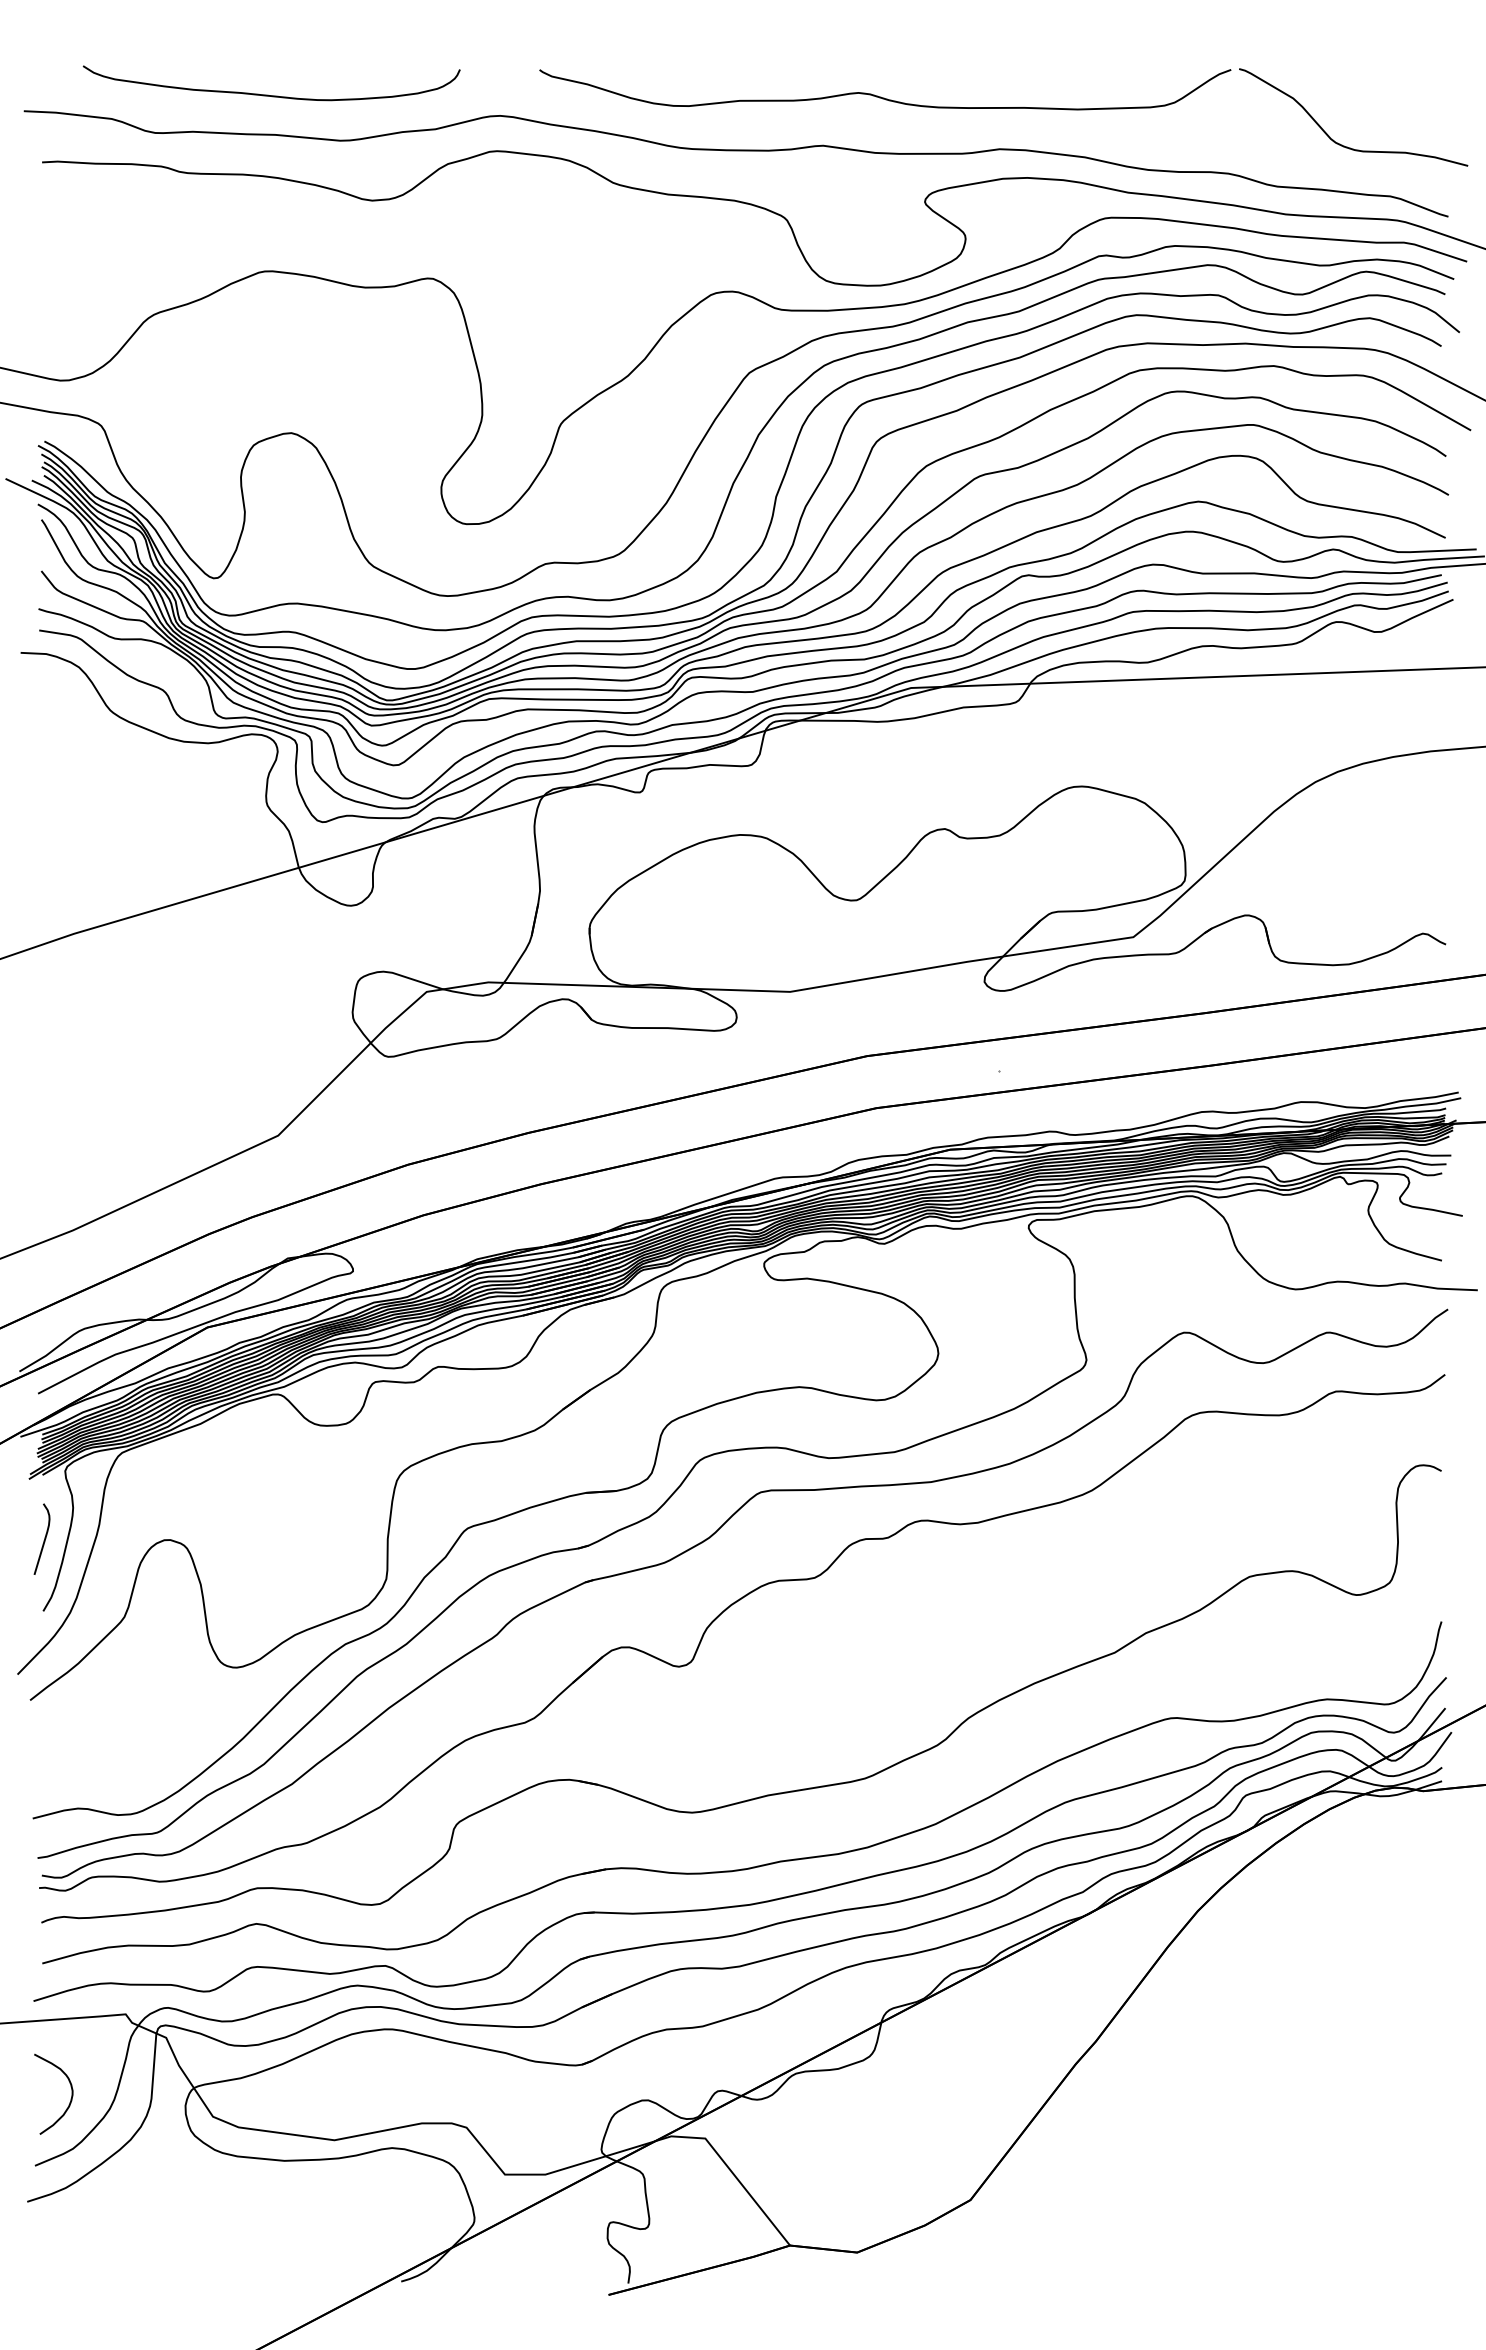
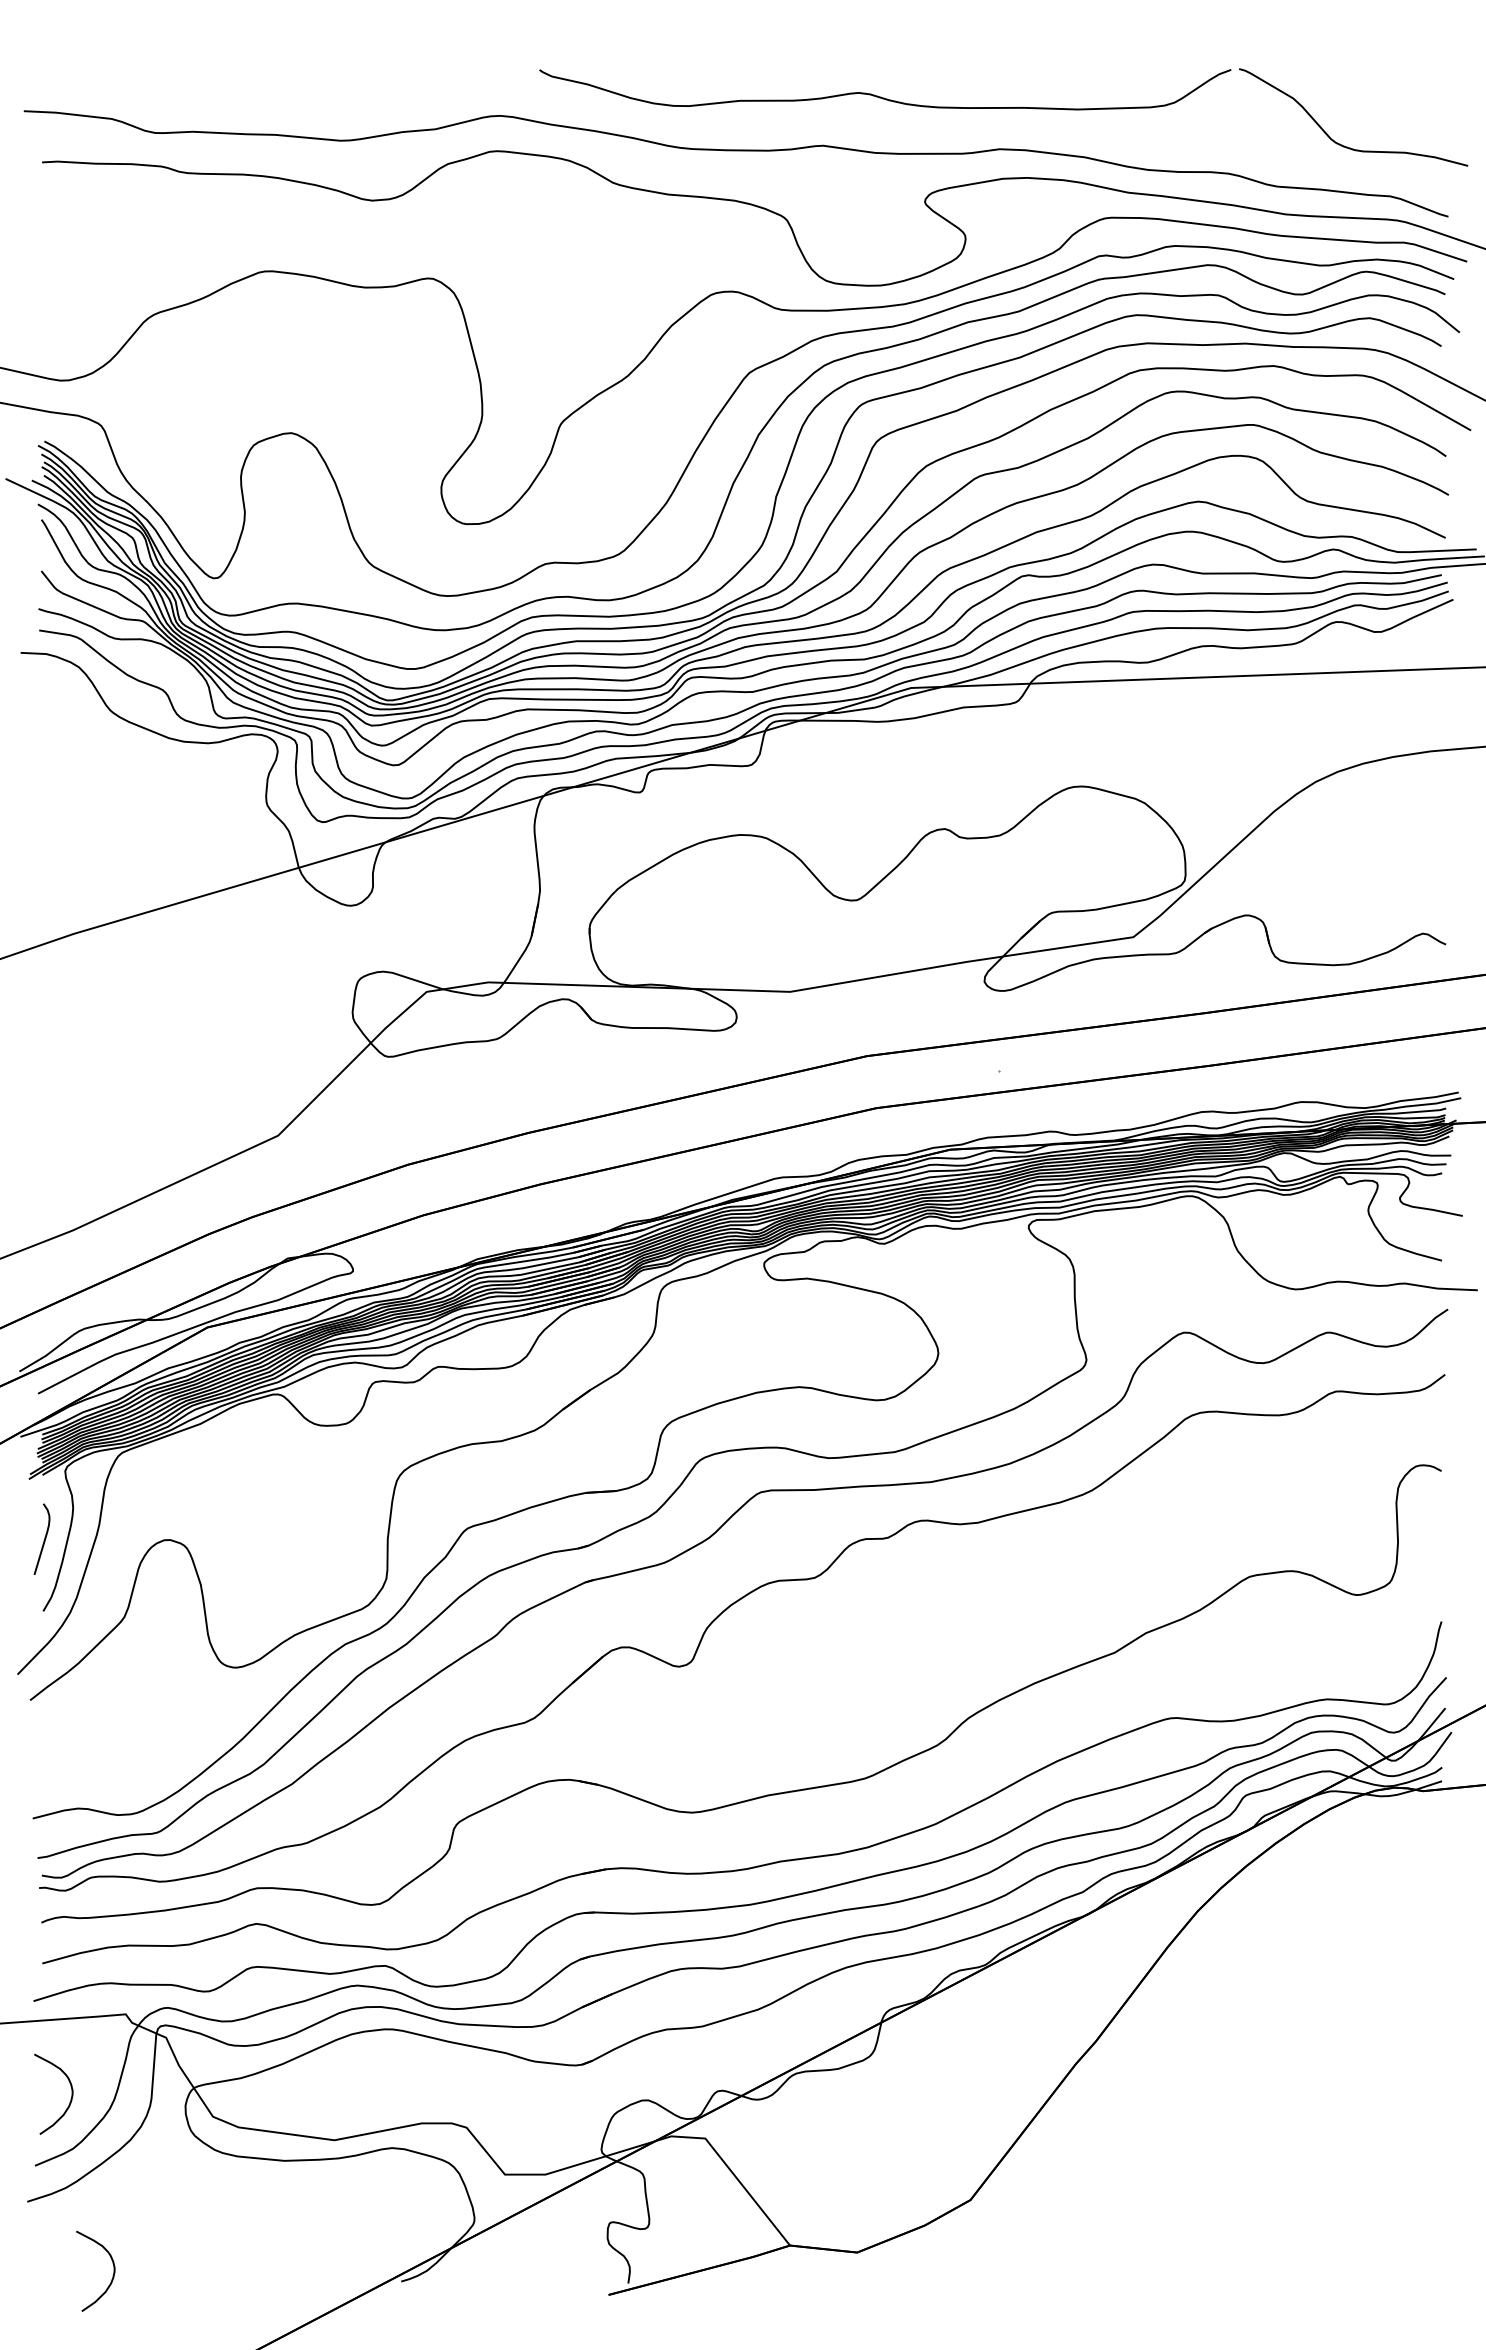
curve at (268, 94): present -> none
curve at (112, 2275): none -> present
